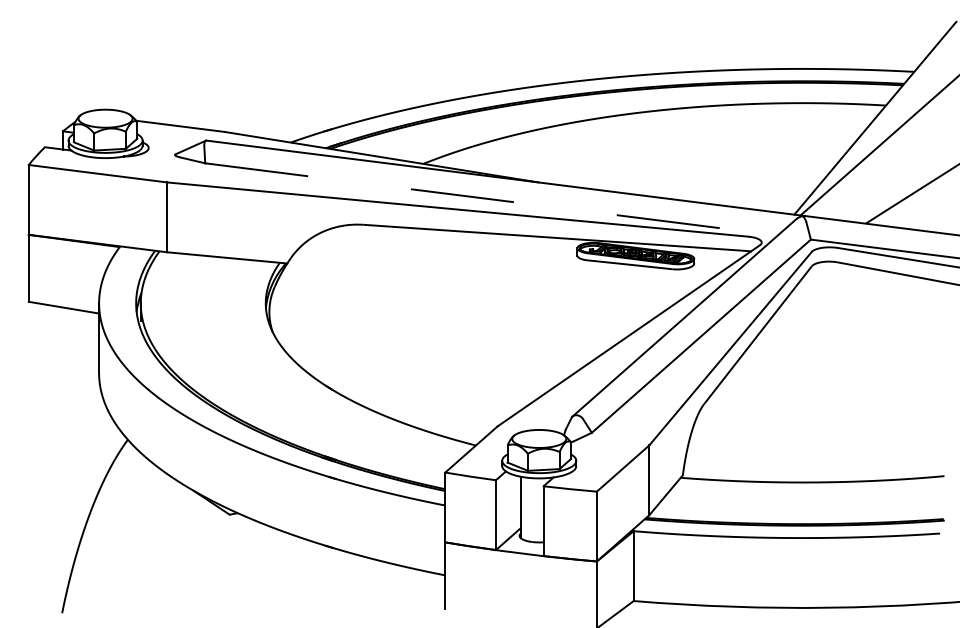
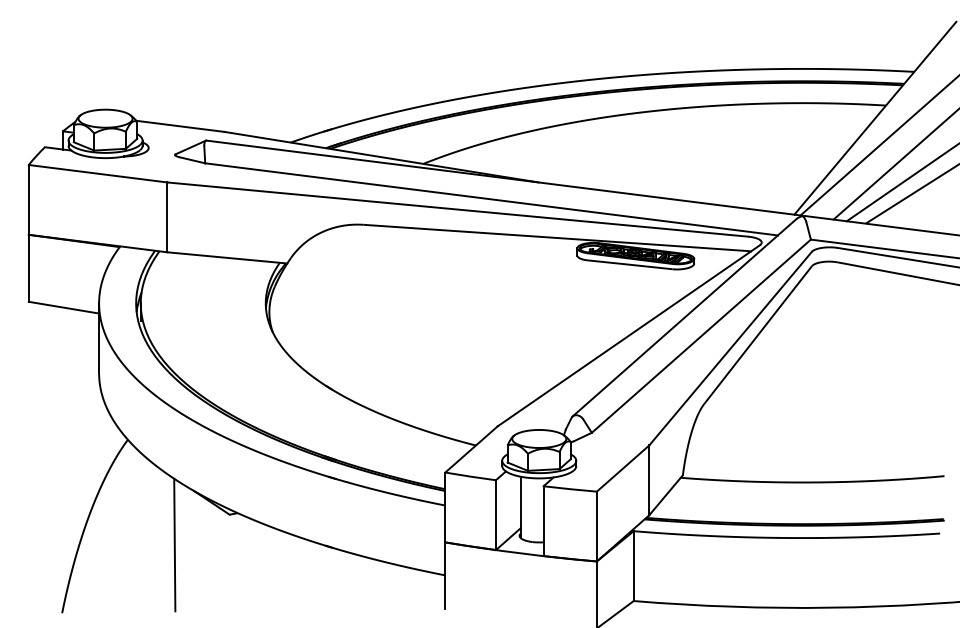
line at (894, 165): none -> present
line at (901, 183): none -> present
line at (491, 199): dashed -> solid
line at (174, 544): none -> present
